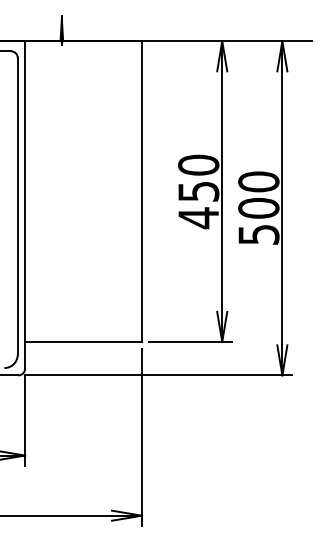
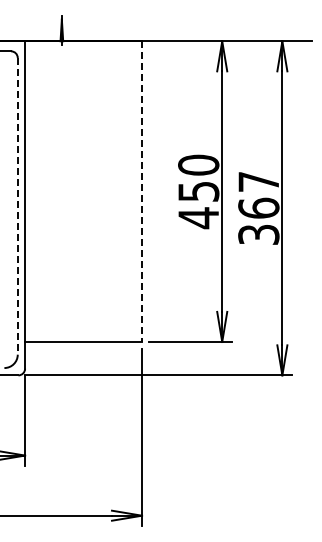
line at (142, 192): solid -> dashed
line at (17, 206): solid -> dashed
text at (258, 207): 500 -> 367
